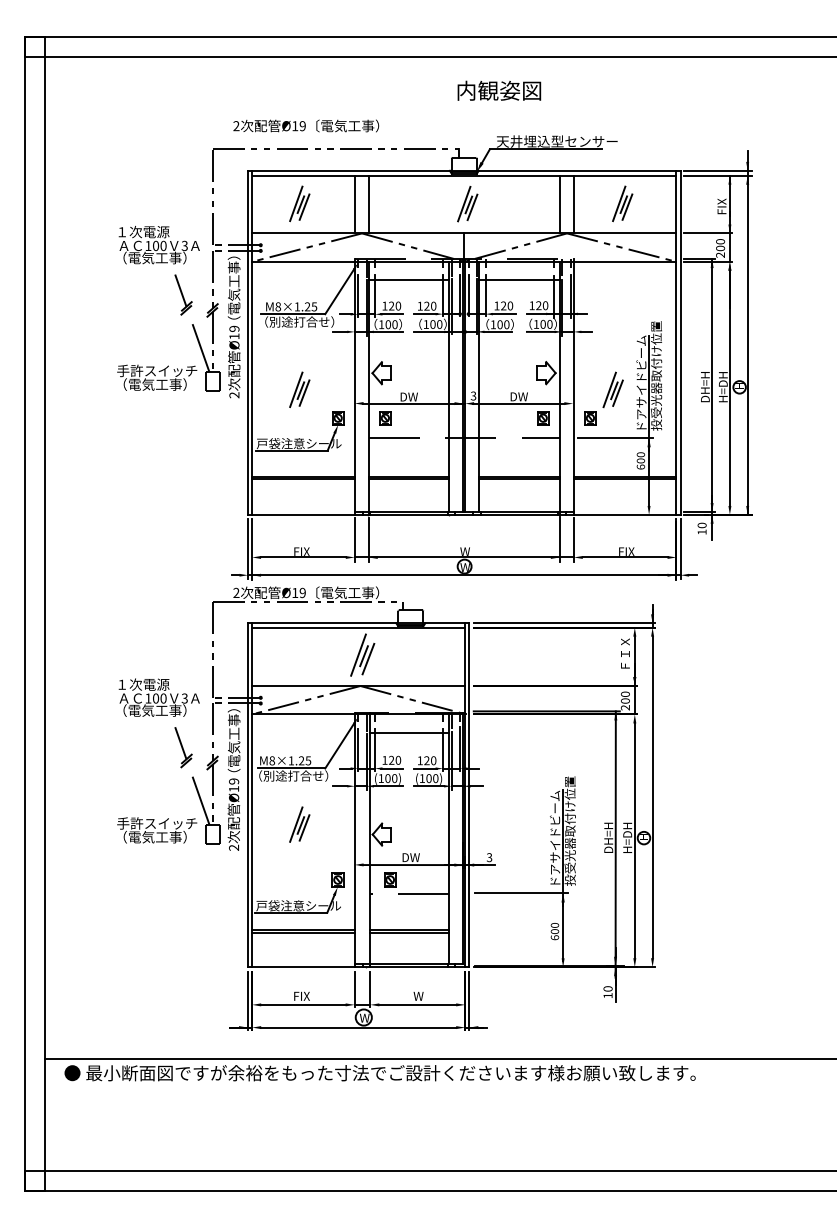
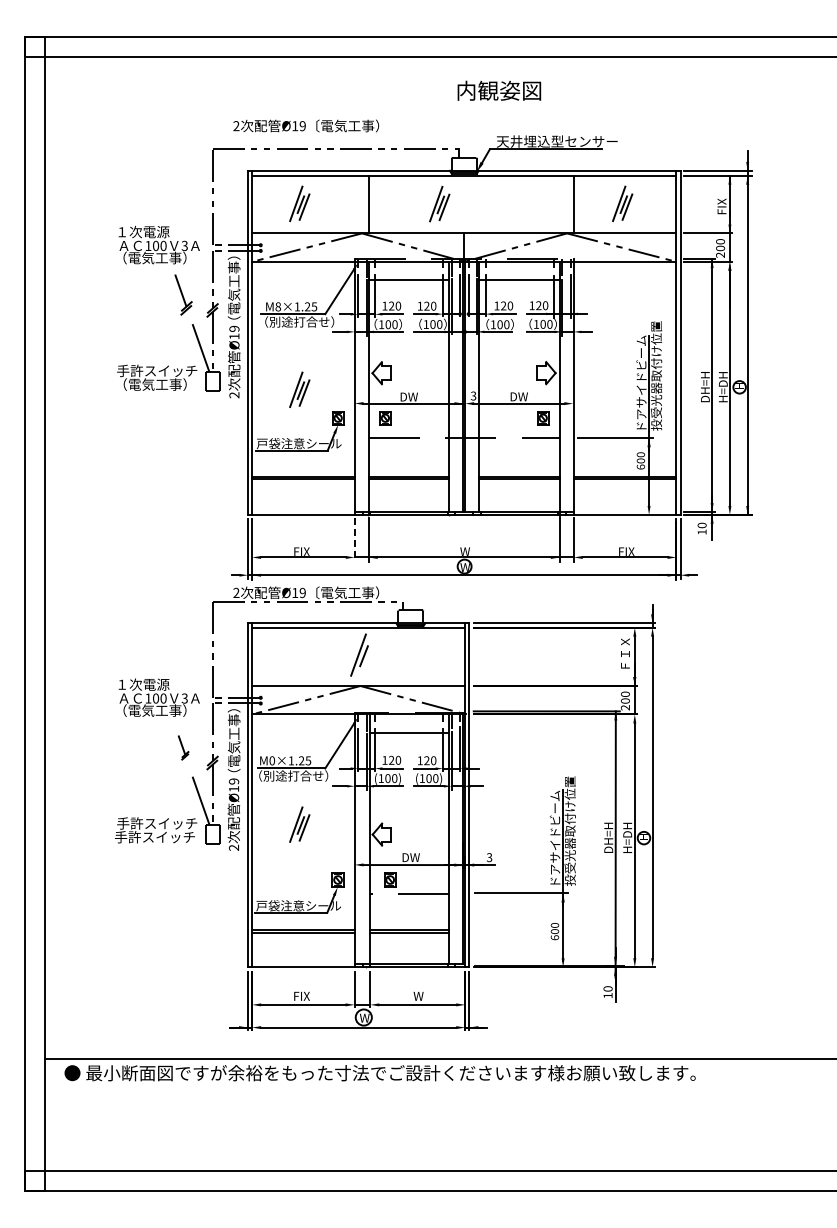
line at (354, 204): present -> none
part at (467, 204) position: (467, 204) -> (439, 204)
line at (559, 204): present -> none
part at (603, 398): present -> none
line at (354, 540): solid -> dashed
line at (368, 658): present -> none
part at (183, 747) size: 19x42 px -> 13x26 px
text at (272, 761): M8×1.25 -> M0×1.25
text at (154, 836): （電気工事） -> 手許スイッチ
